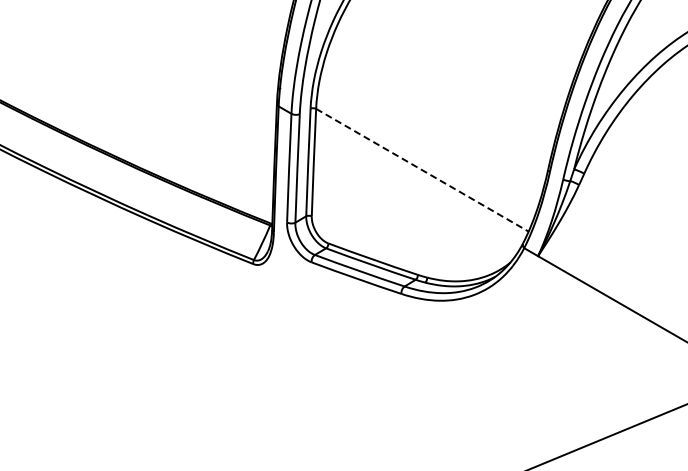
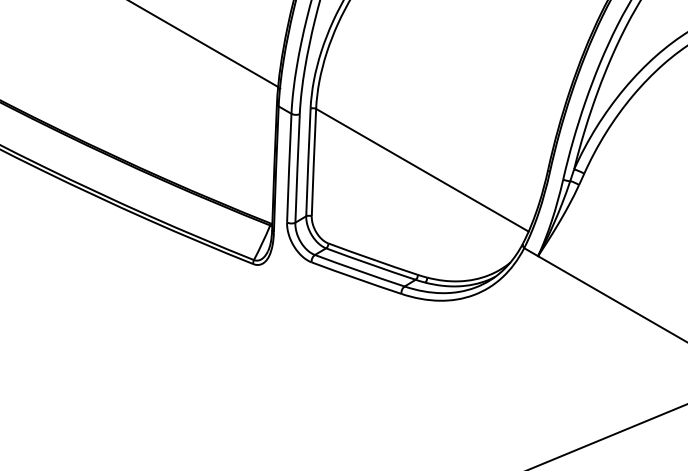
line at (204, 44): none -> present
line at (422, 170): dashed -> solid
